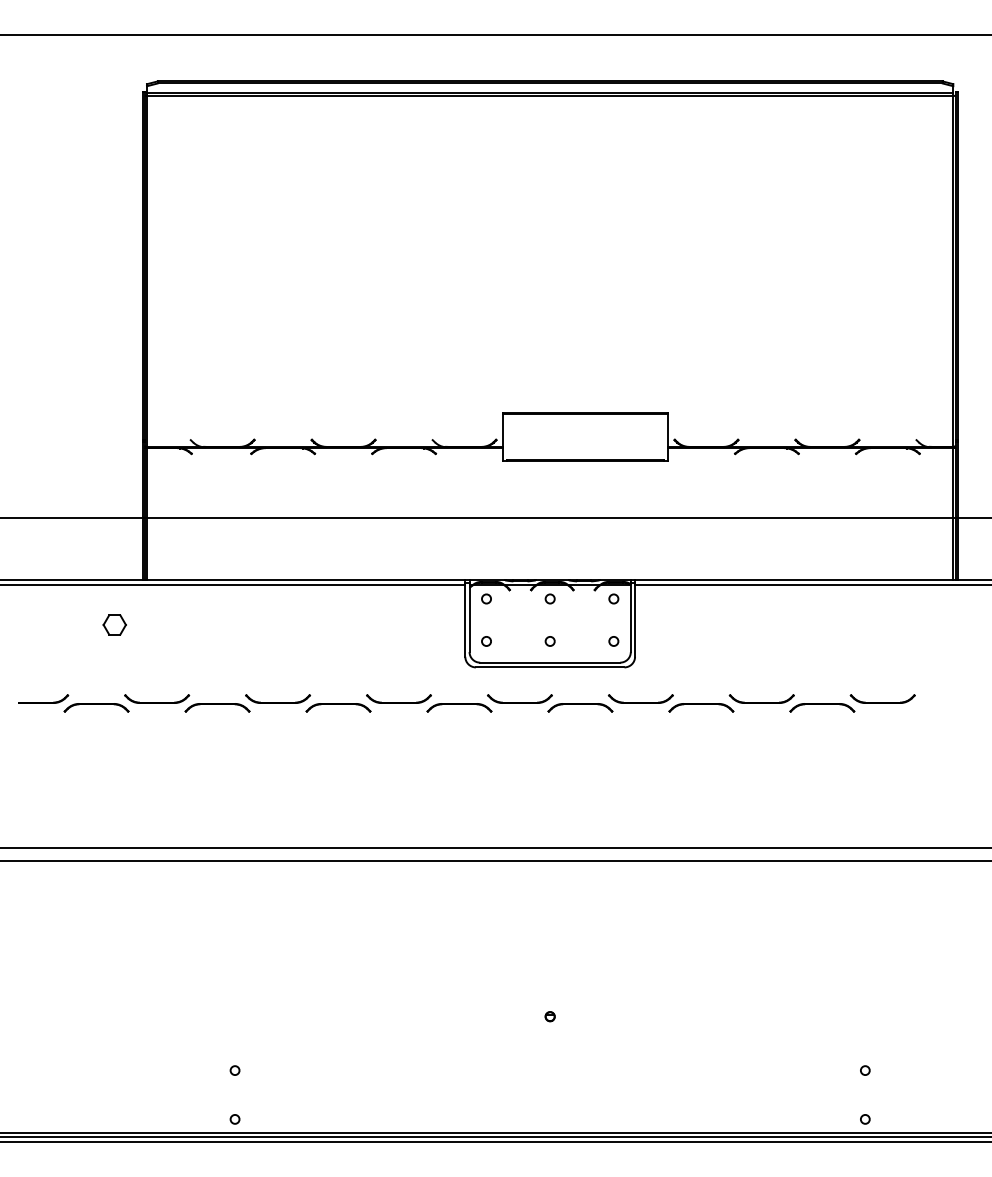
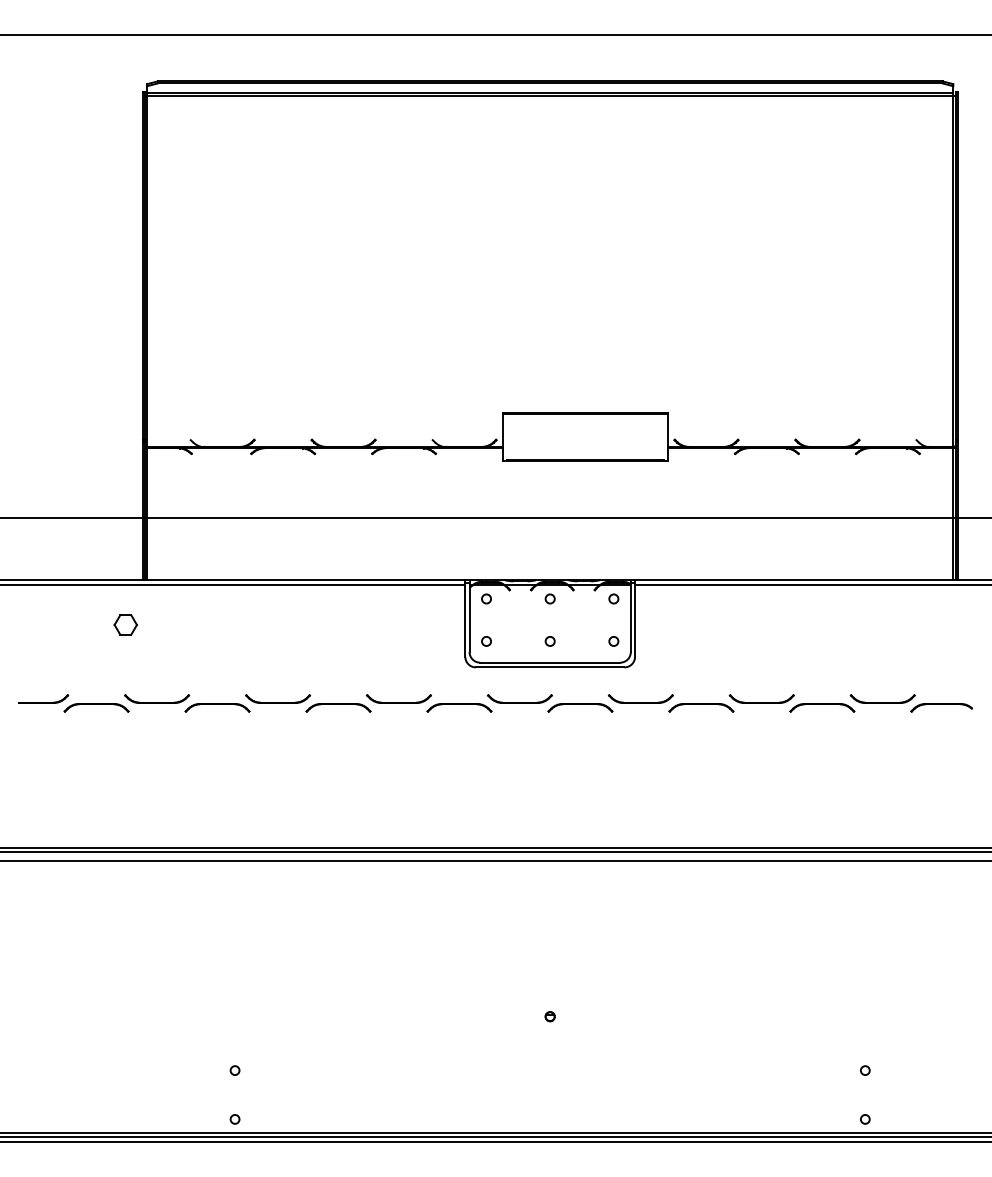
part at (114, 624) position: (114, 624) -> (125, 624)
part at (941, 707): none -> present
line at (495, 852): none -> present
